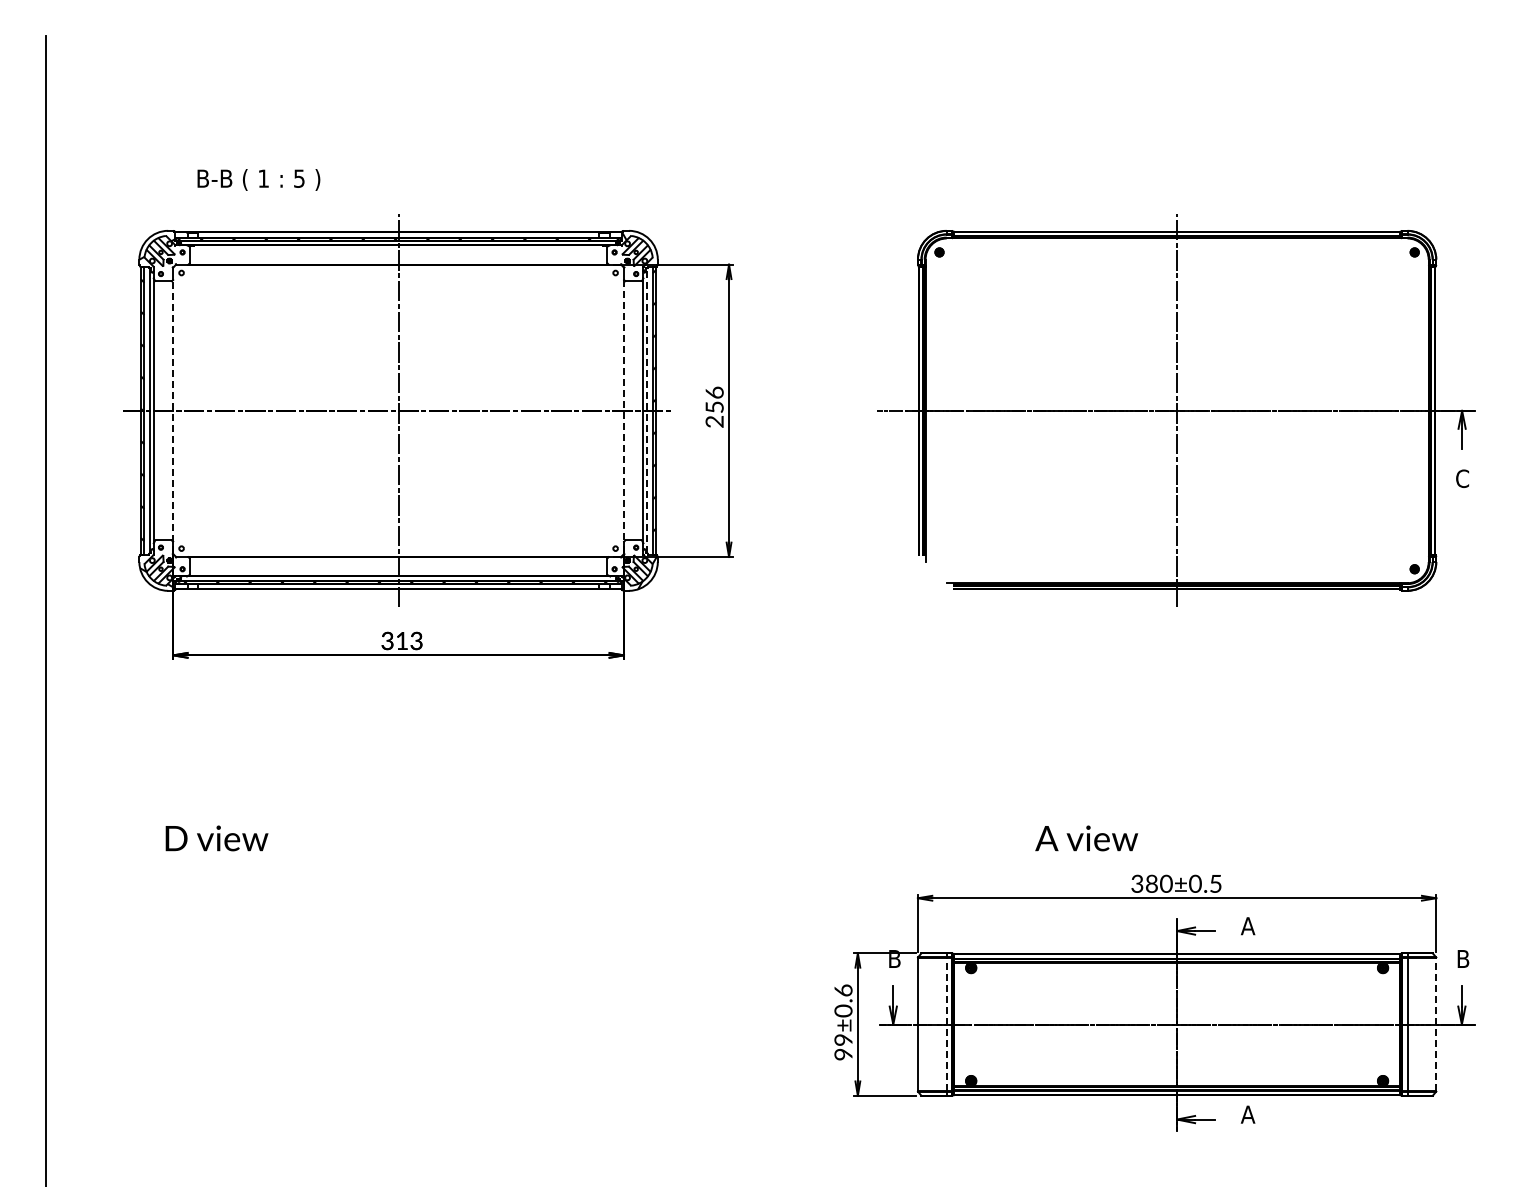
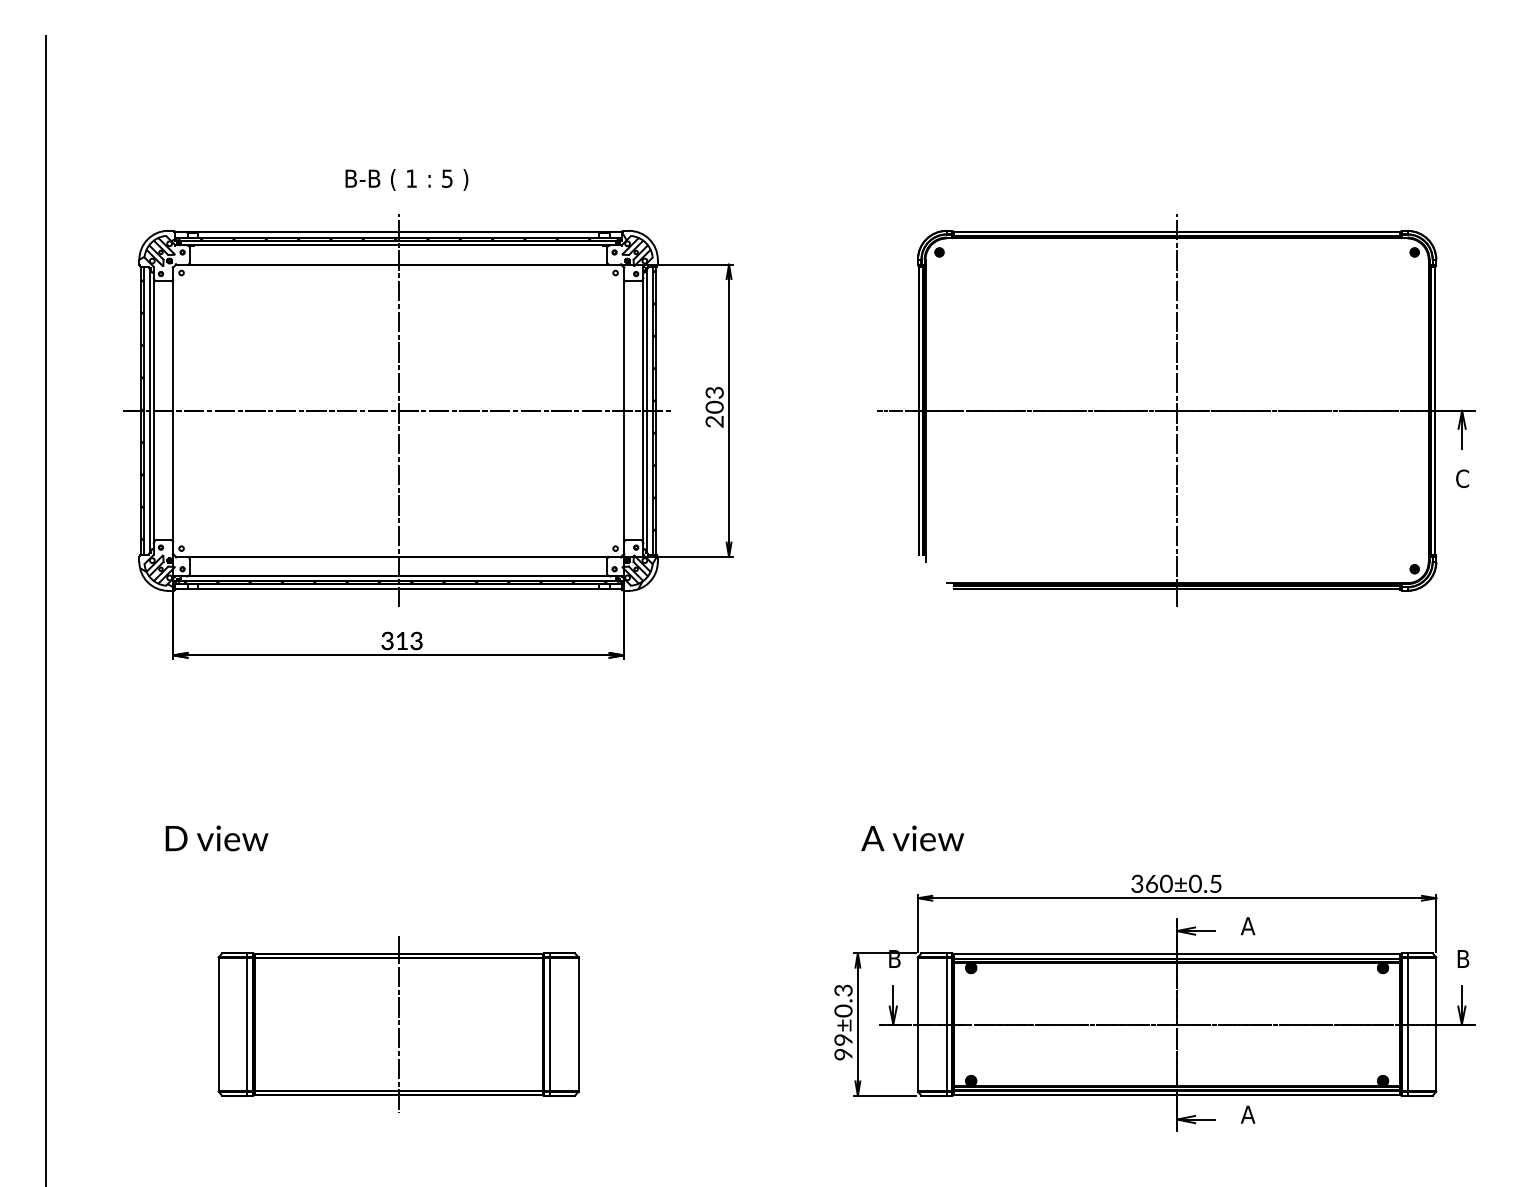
text at (258, 179) position: (258, 179) -> (406, 179)
text at (714, 399): 256 -> 203
line at (173, 410): dashed -> solid
line at (647, 410): dashed -> solid
line at (623, 411): dashed -> solid
text at (1086, 838) position: (1086, 838) -> (912, 838)
text at (1151, 883): 380±0.5 -> 360±0.5
text at (843, 990): 99±0.6 -> 99±0.3
part at (398, 1024): none -> present
line at (946, 1024): dashed -> solid
line at (1436, 1024): dashed -> solid
